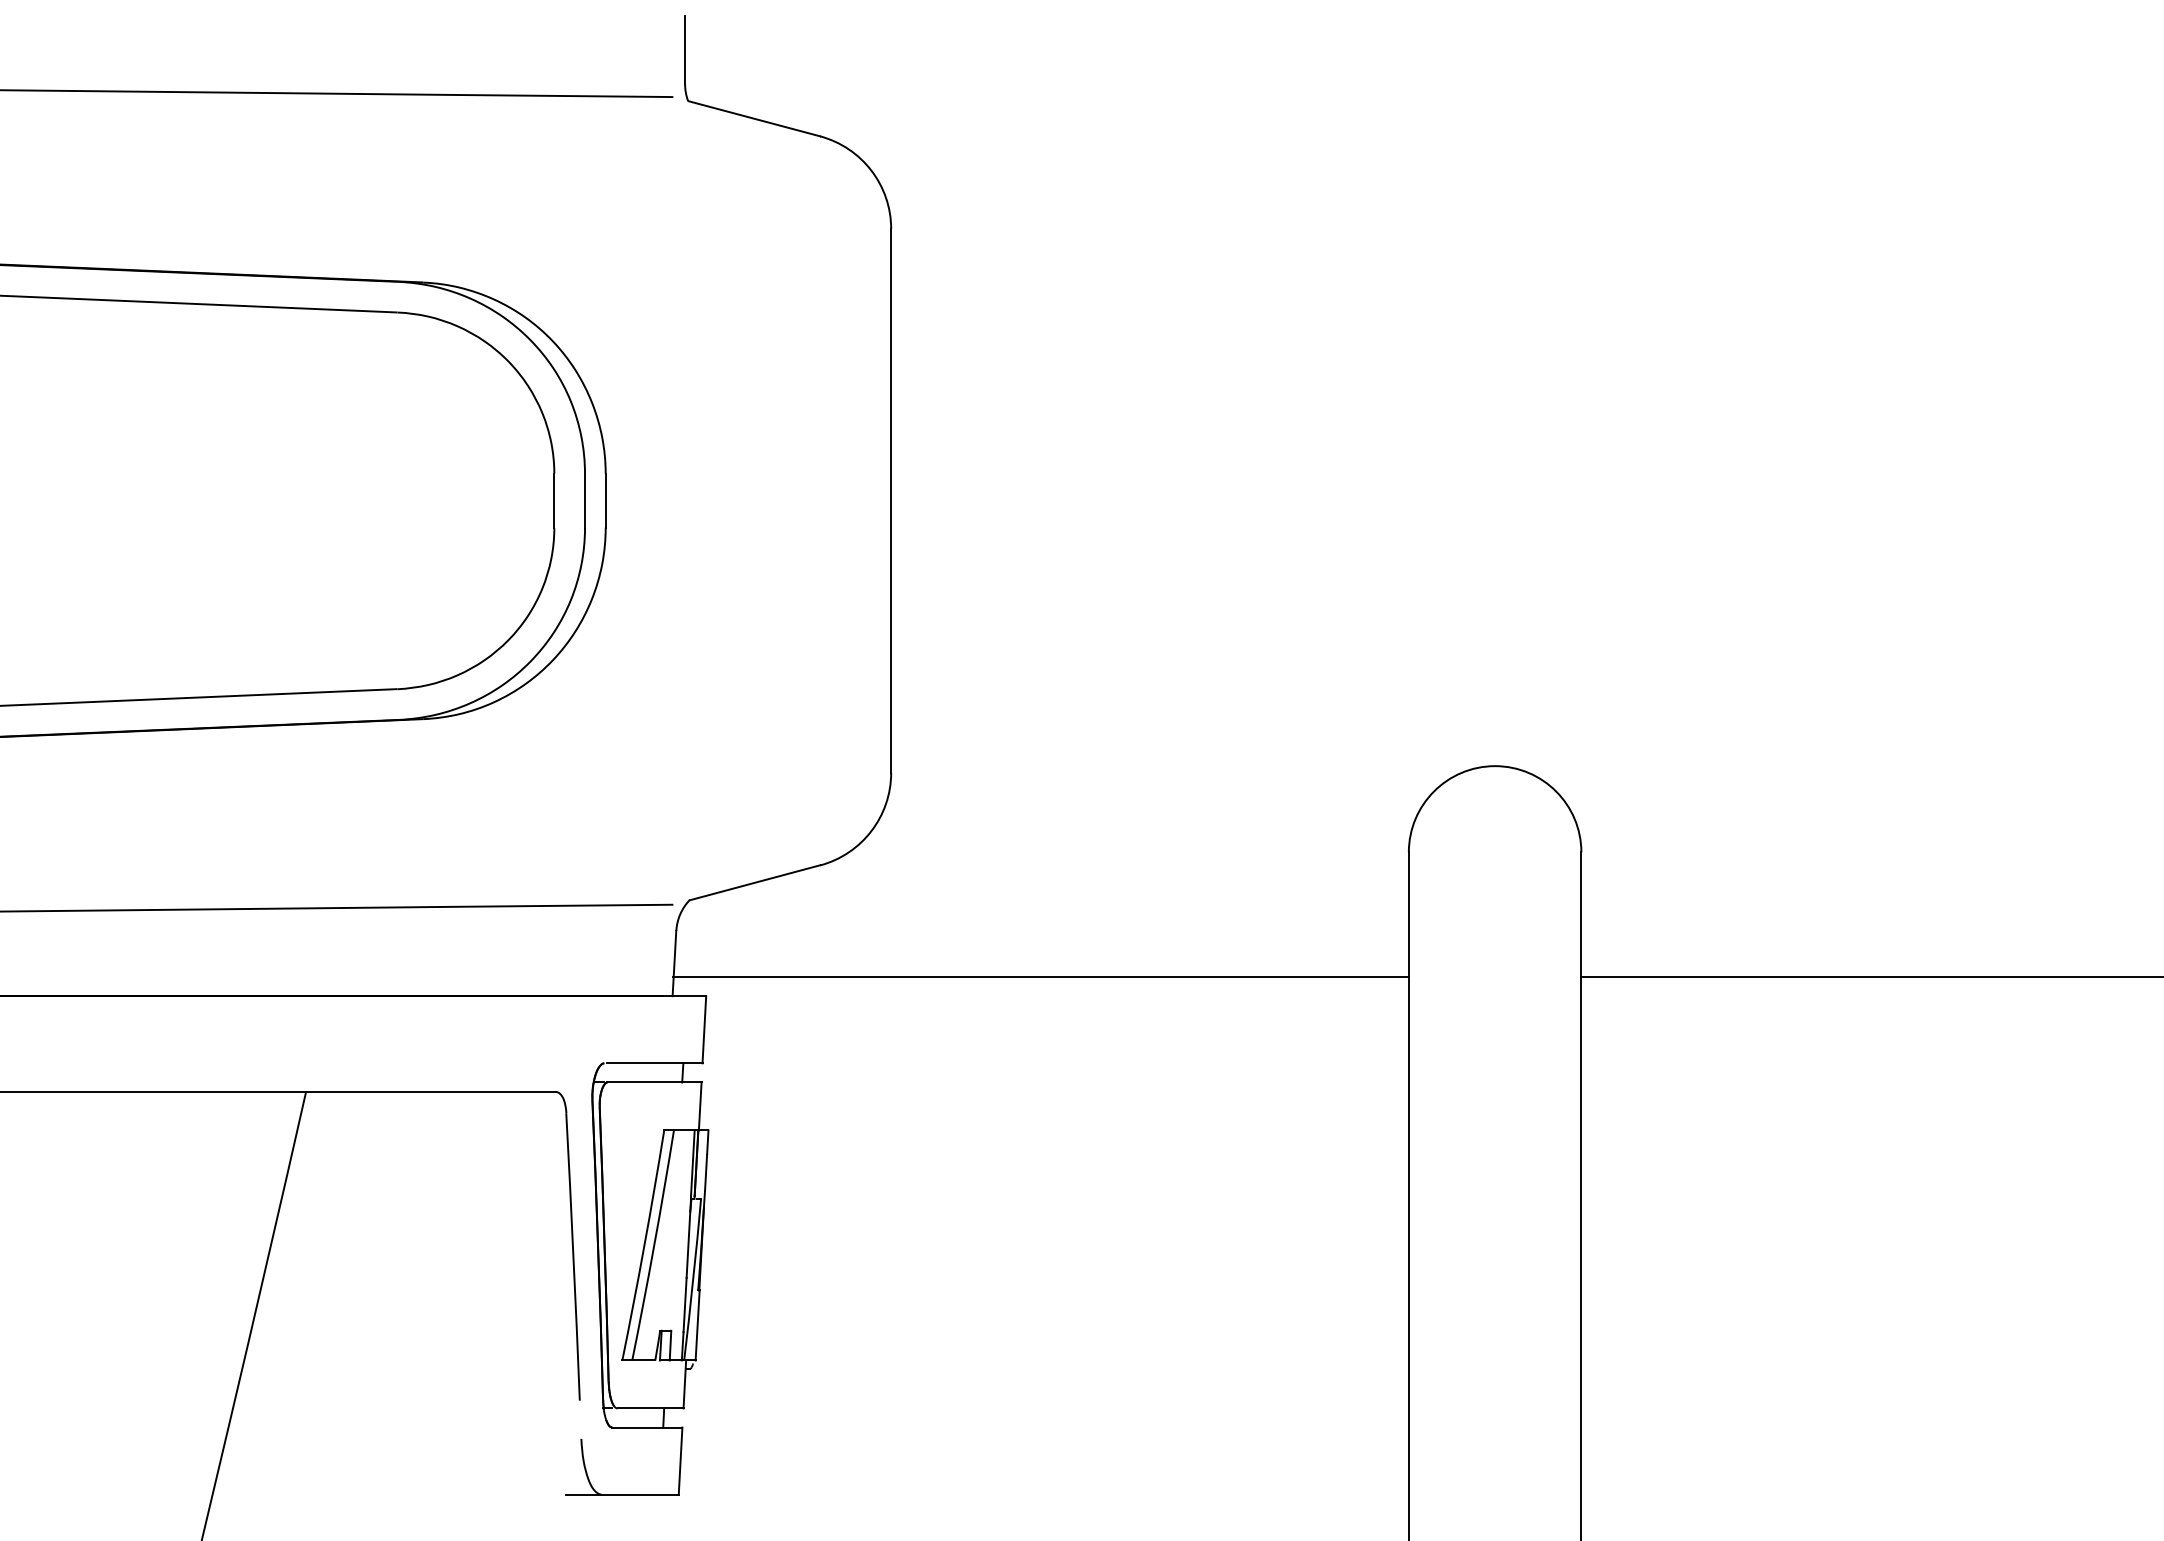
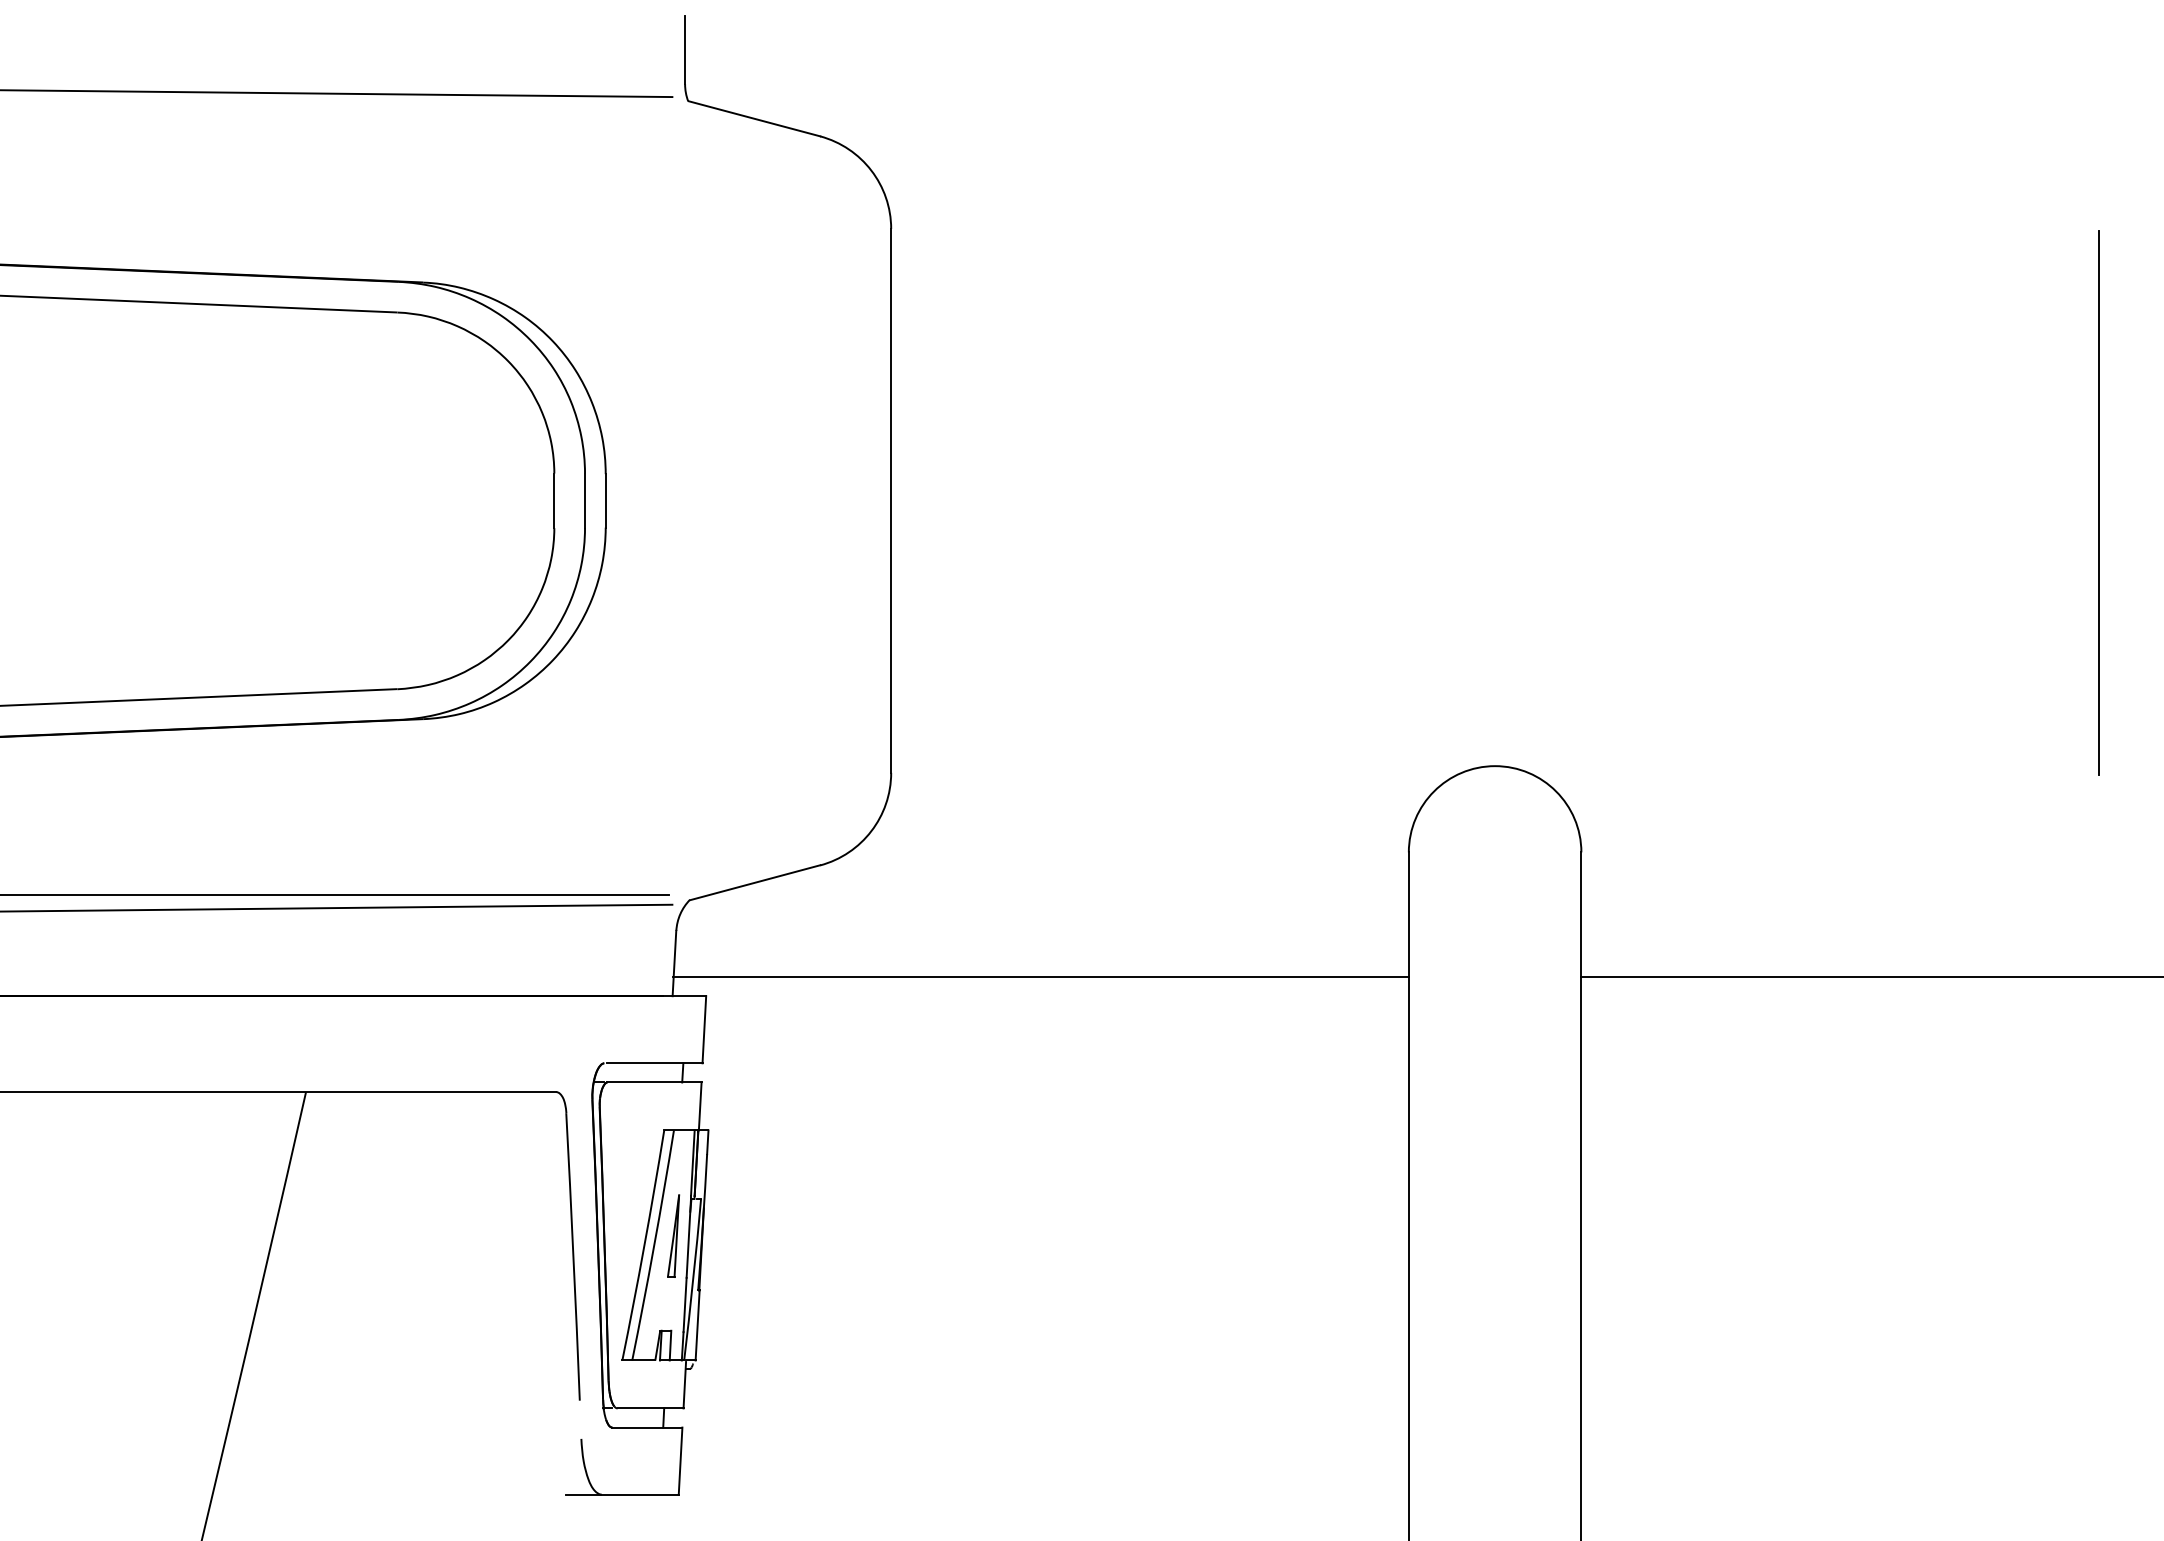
line at (2098, 502): none -> present
line at (335, 895): none -> present
part at (673, 1235): none -> present
